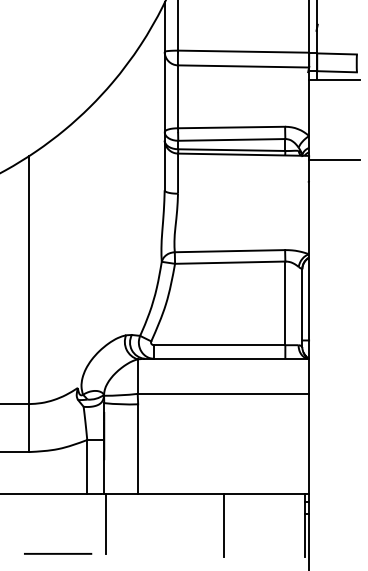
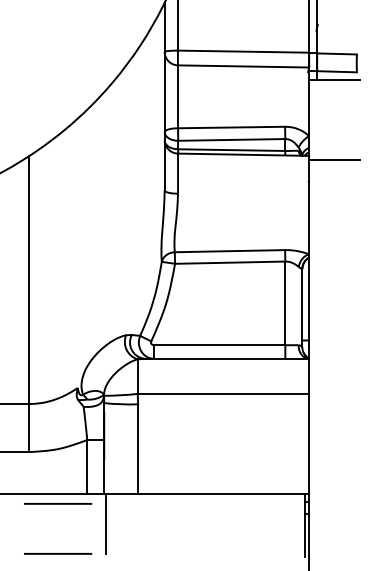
line at (58, 503): none -> present
line at (224, 525): present -> none
